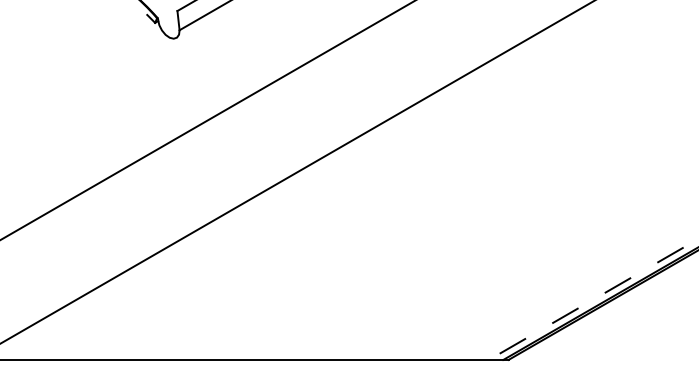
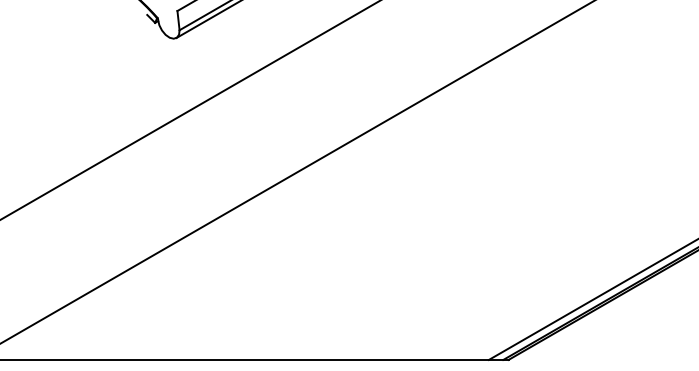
line at (207, 20): none -> present
line at (207, 120) position: (207, 120) -> (189, 110)
line at (593, 299): dashed -> solid
